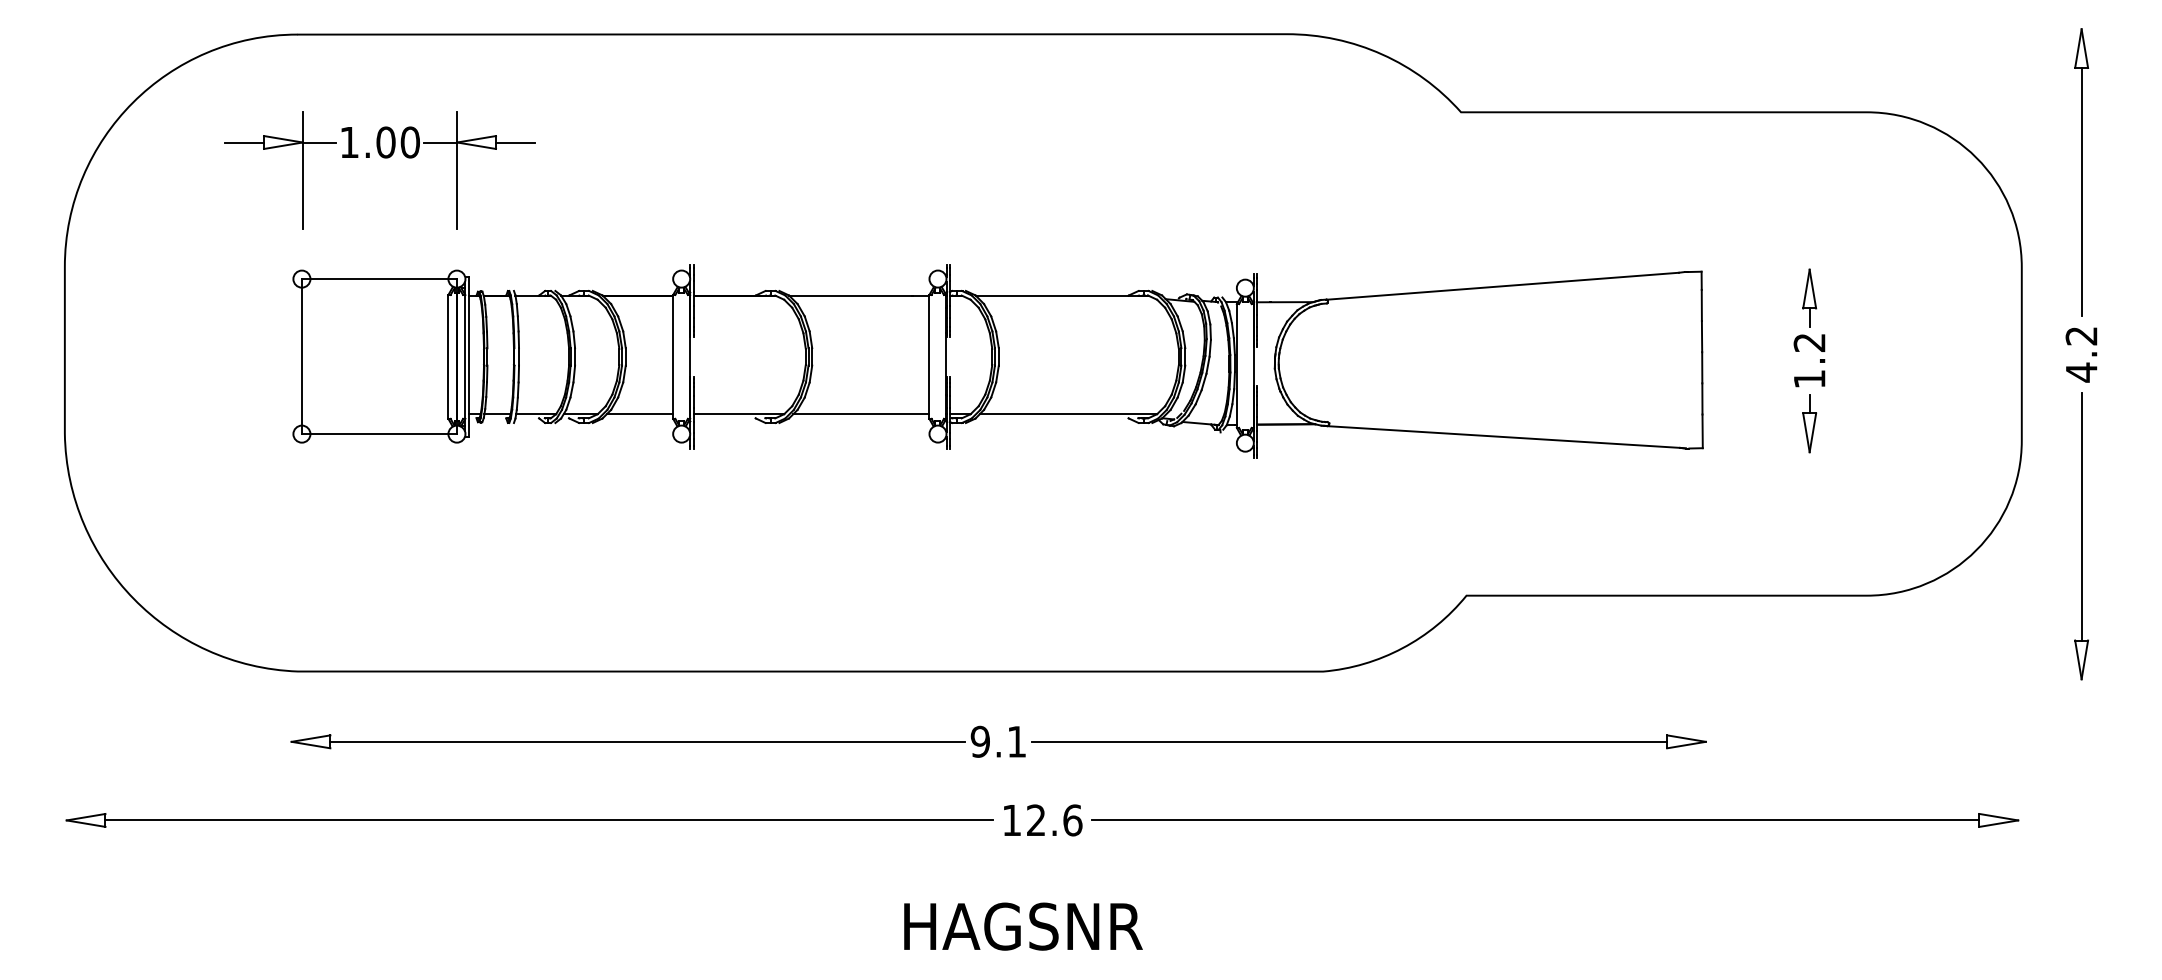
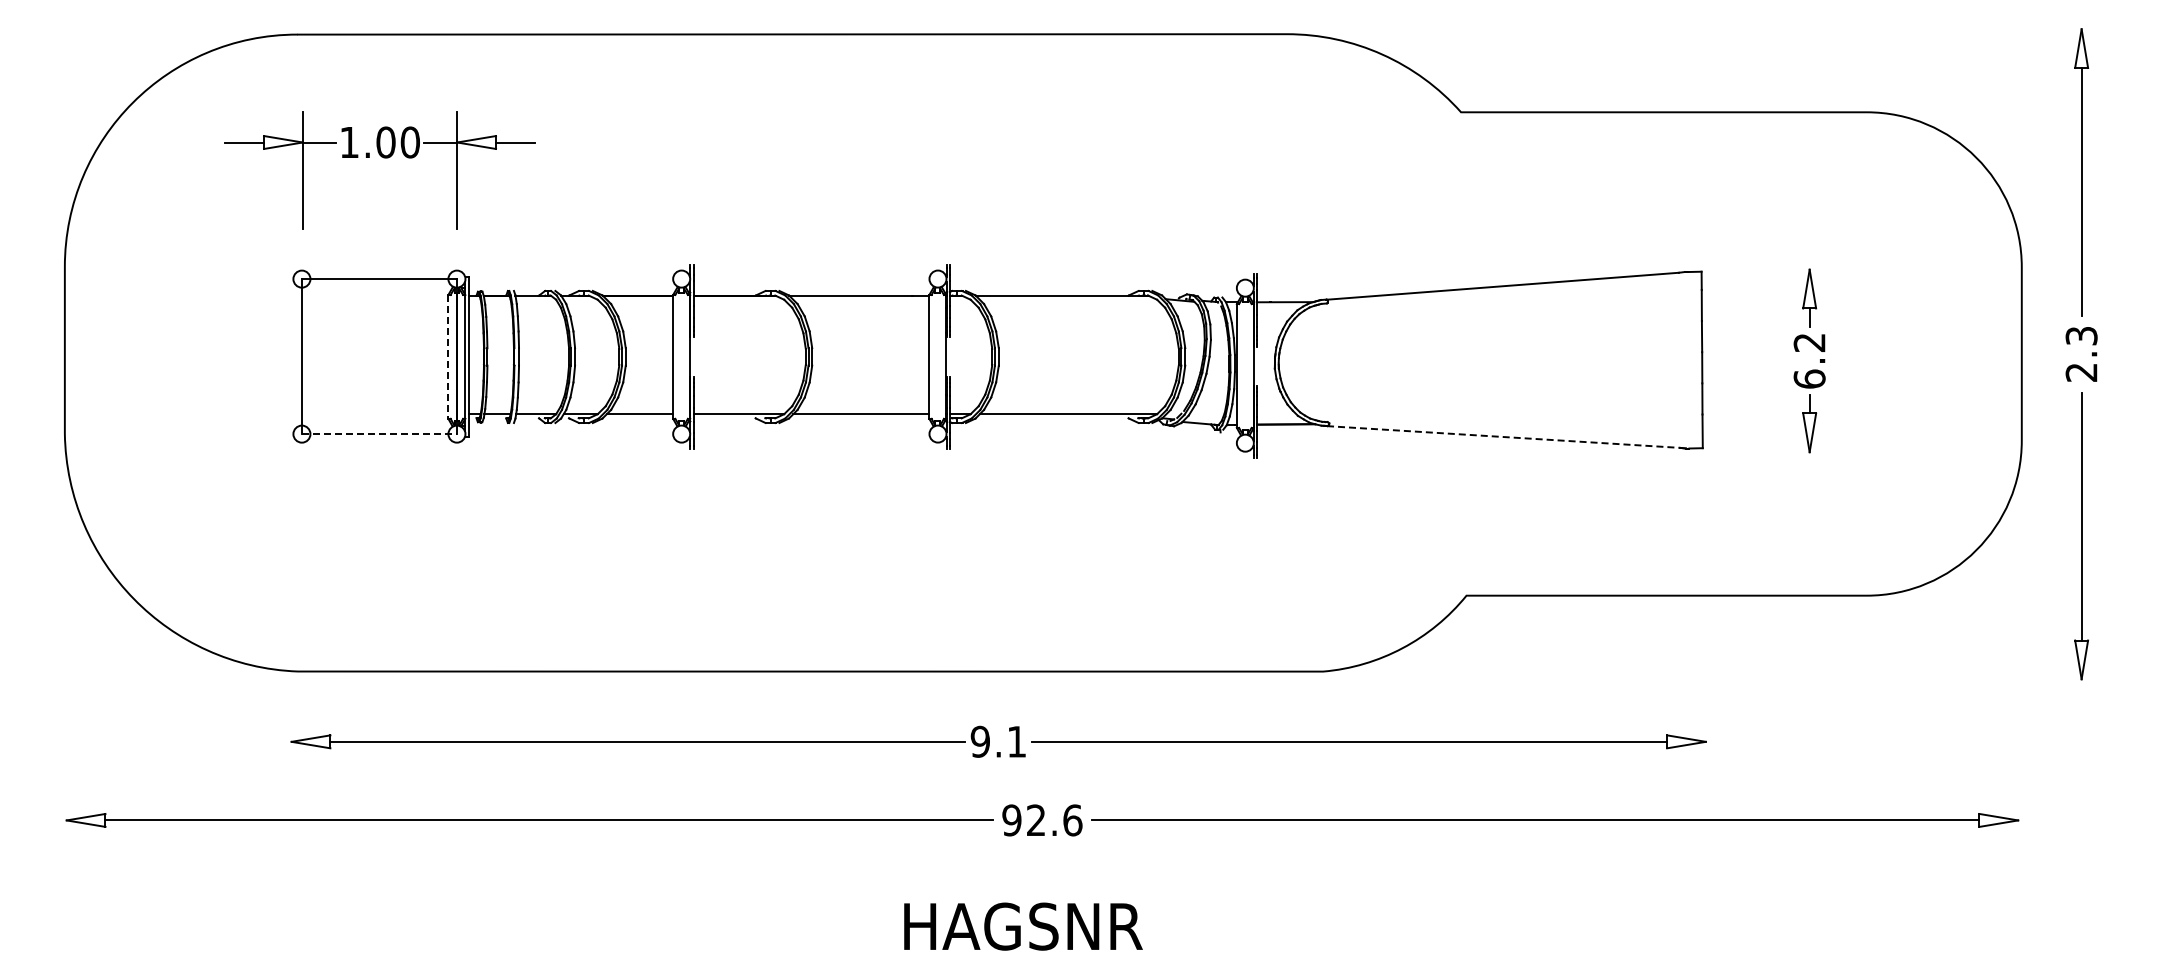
text at (2081, 354): 4.2 -> 2.3
line at (448, 356): solid -> dashed
text at (1809, 378): 1.2 -> 6.2
line at (379, 434): solid -> dashed
line at (1504, 437): solid -> dashed
text at (1011, 820): 12.6 -> 92.6
